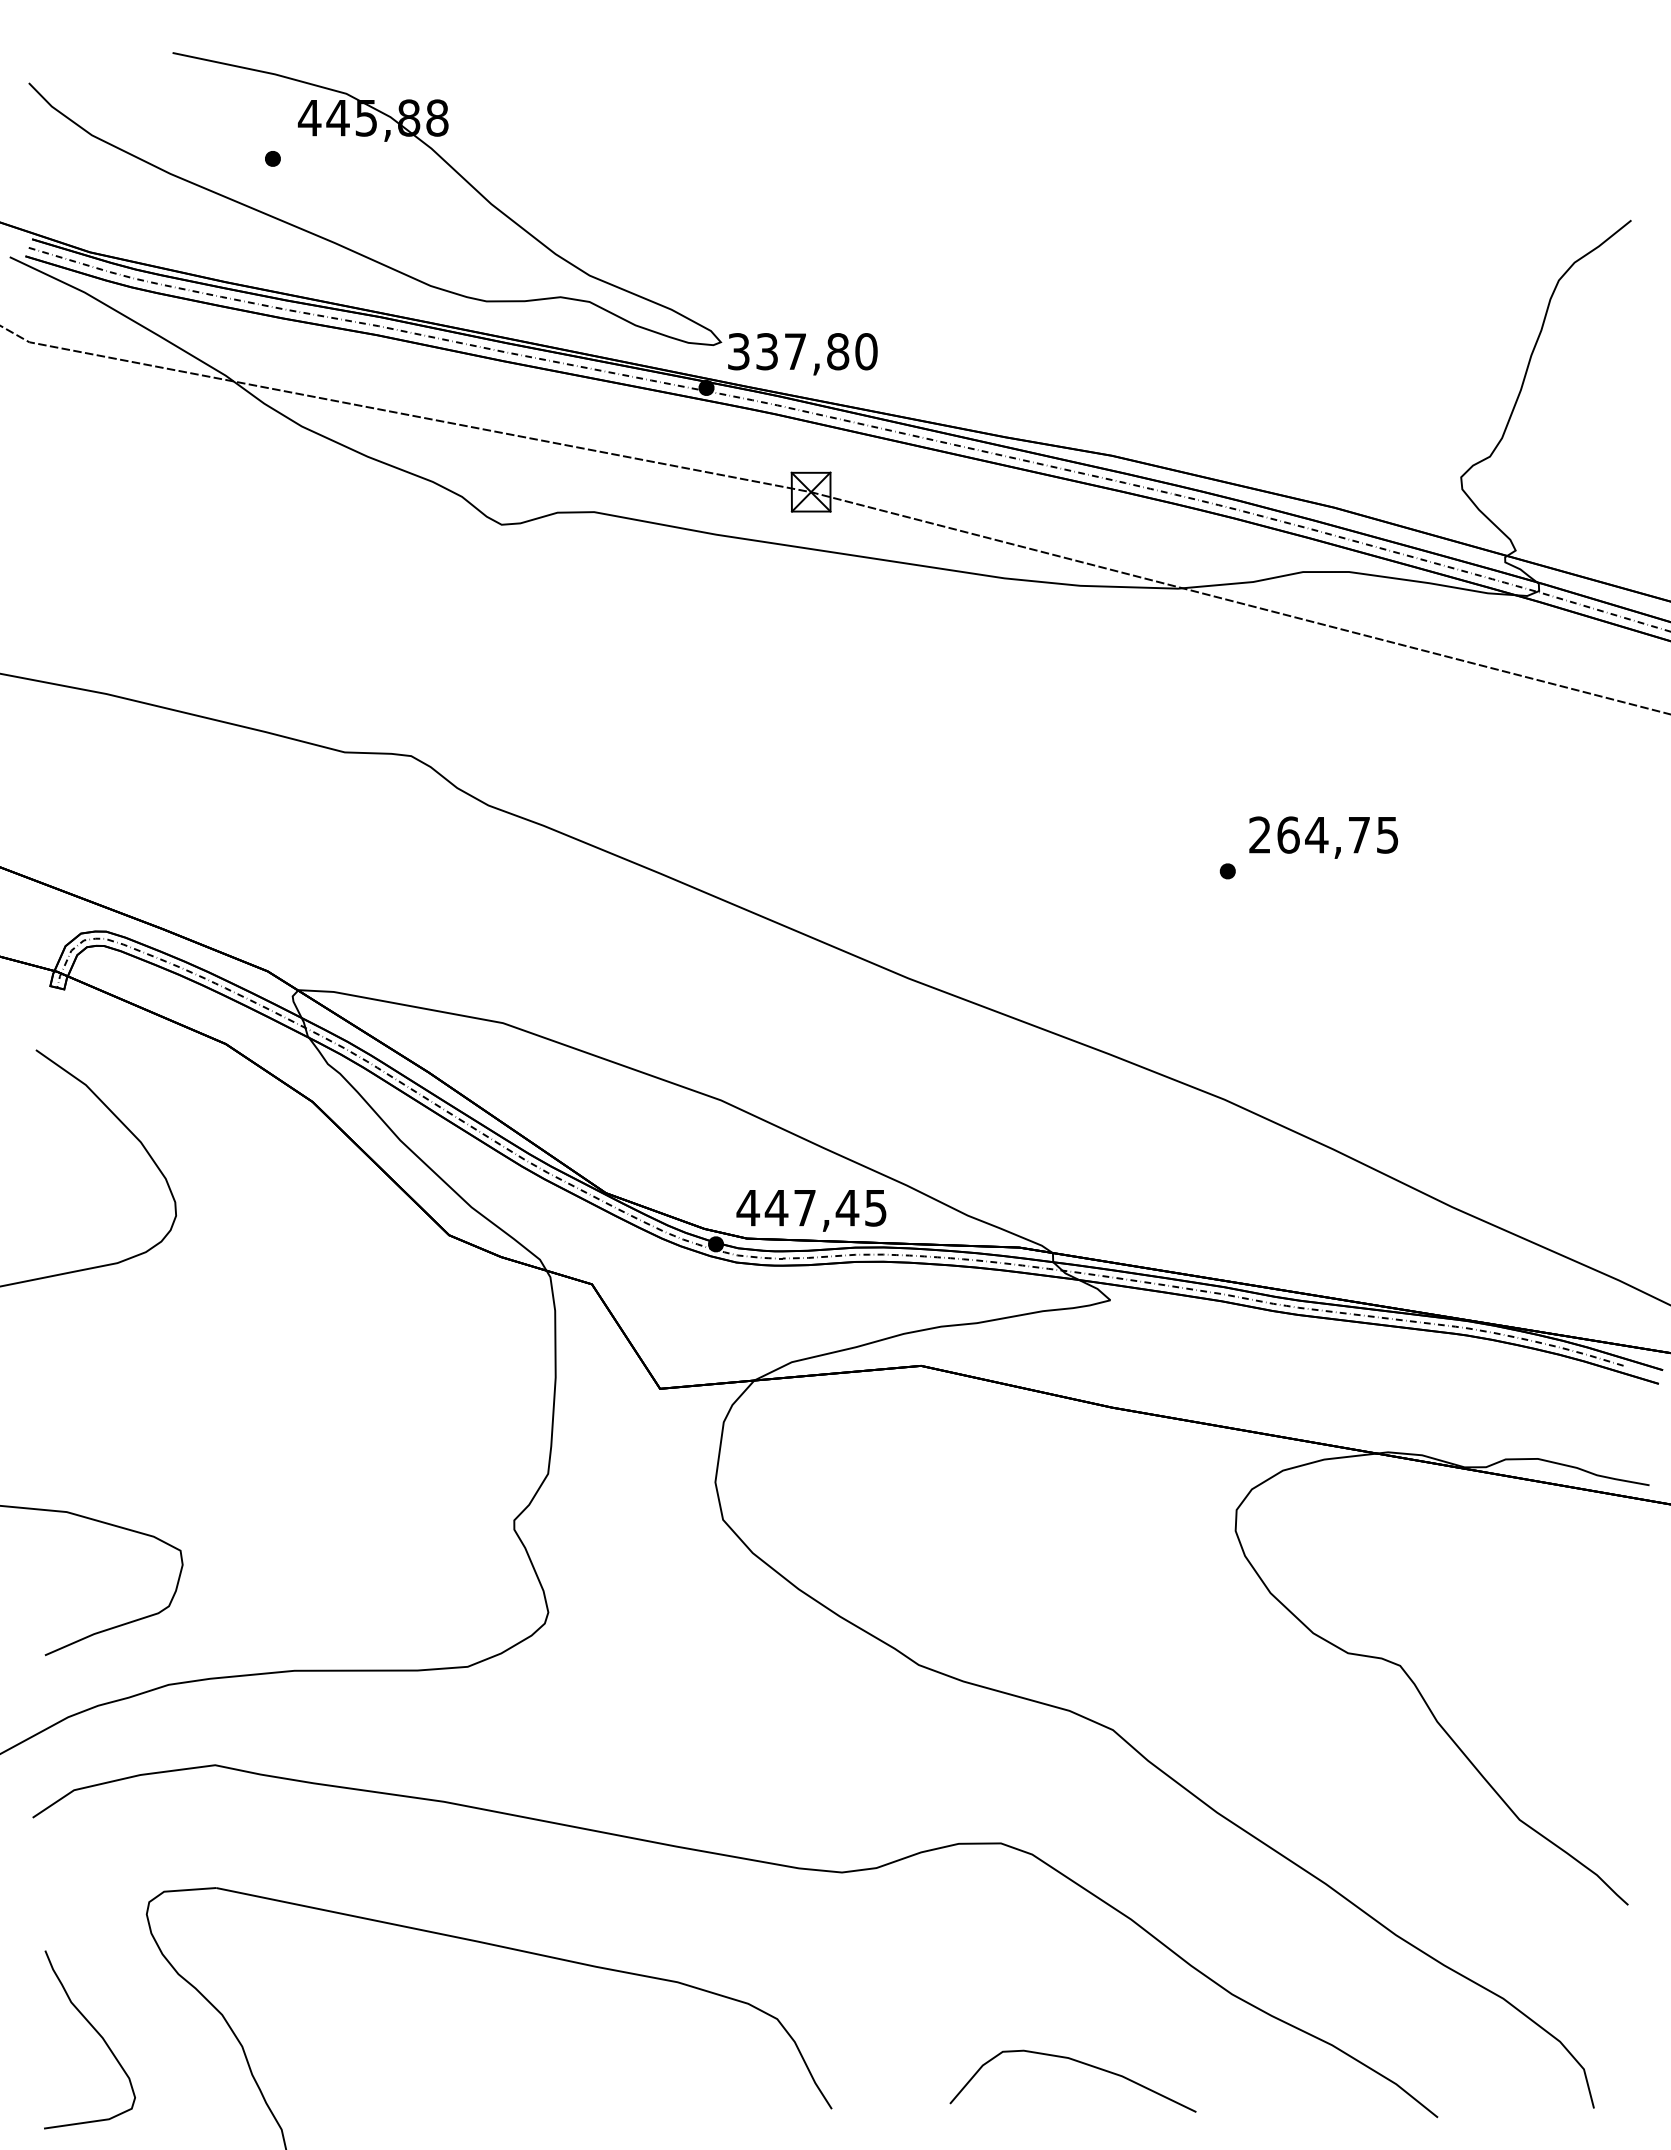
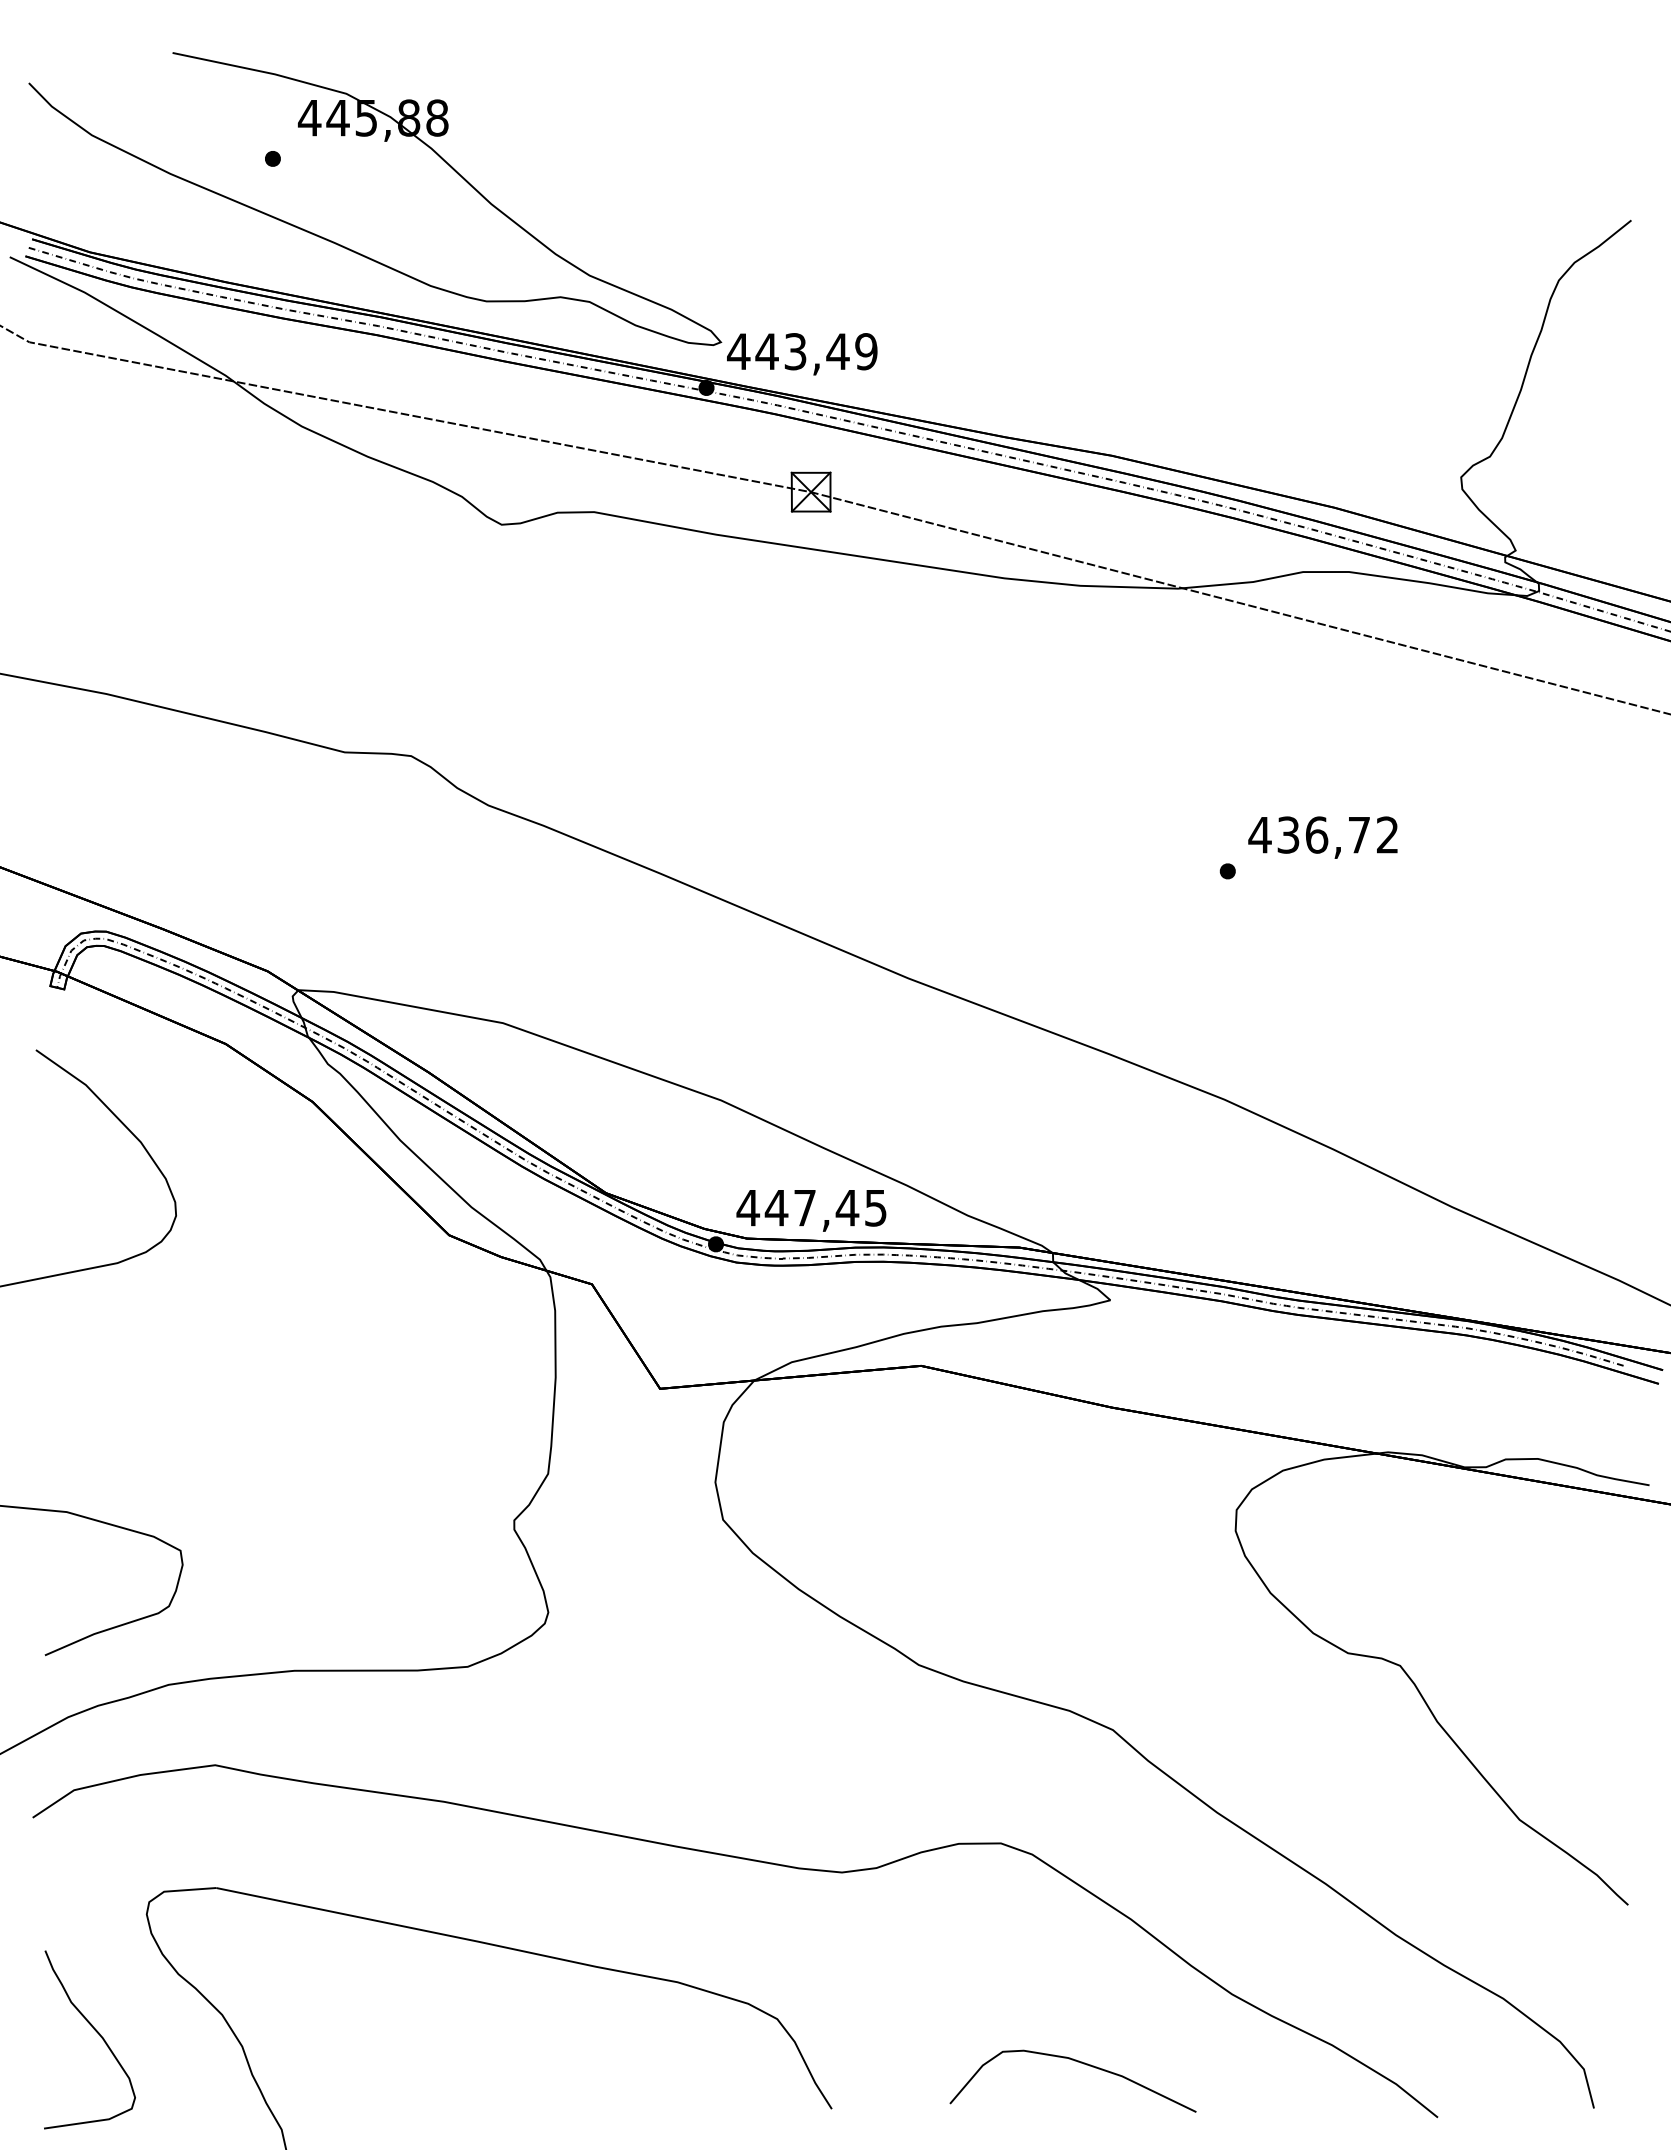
text at (802, 351): 337,80 -> 443,49
text at (1323, 834): 264,75 -> 436,72
